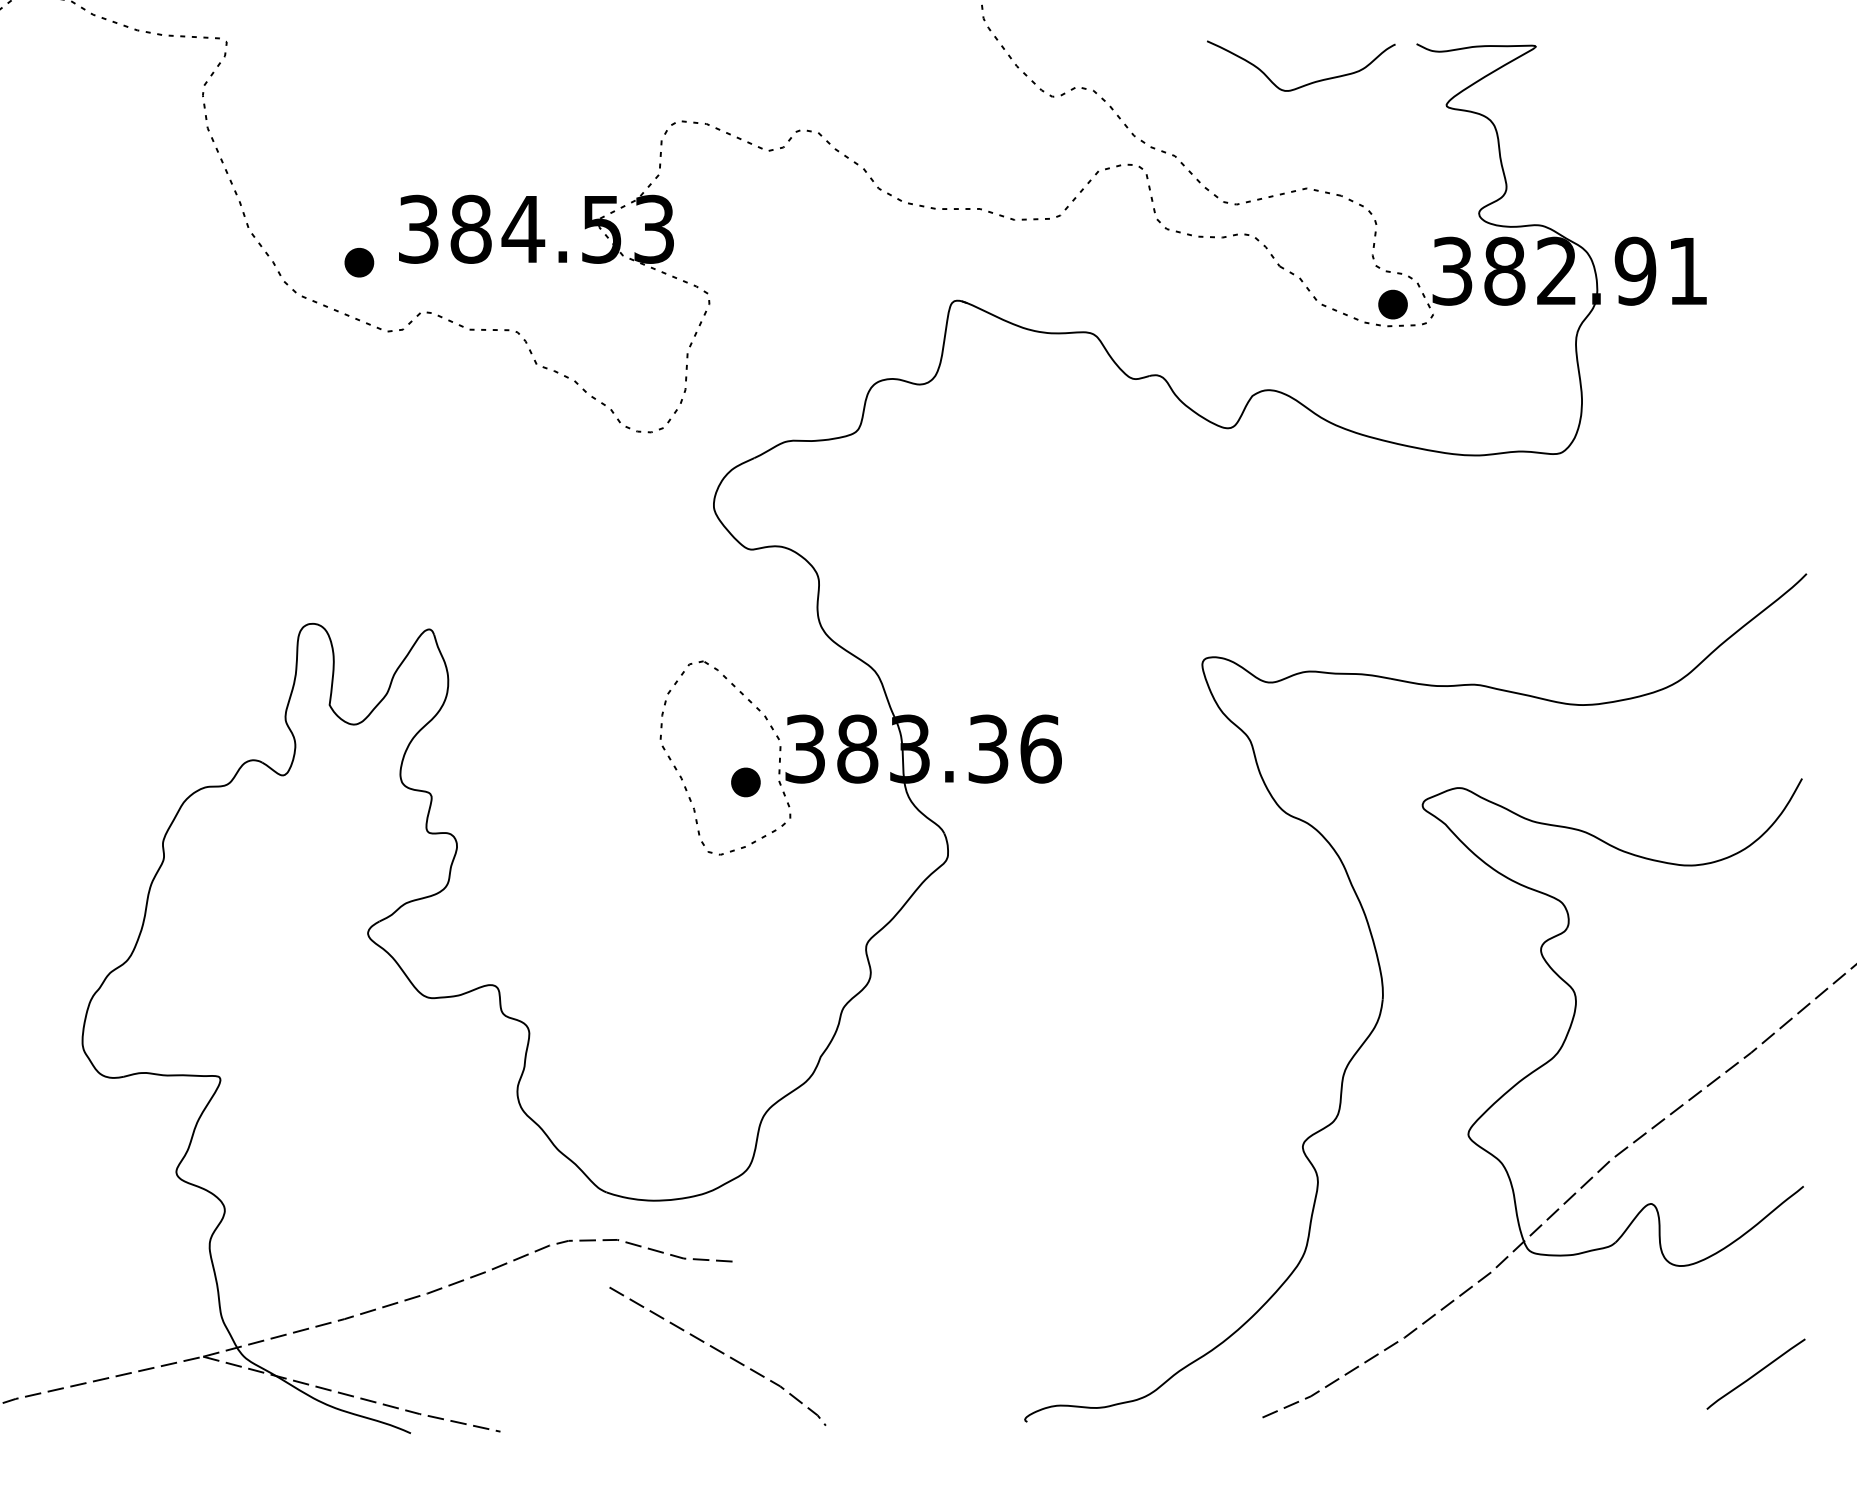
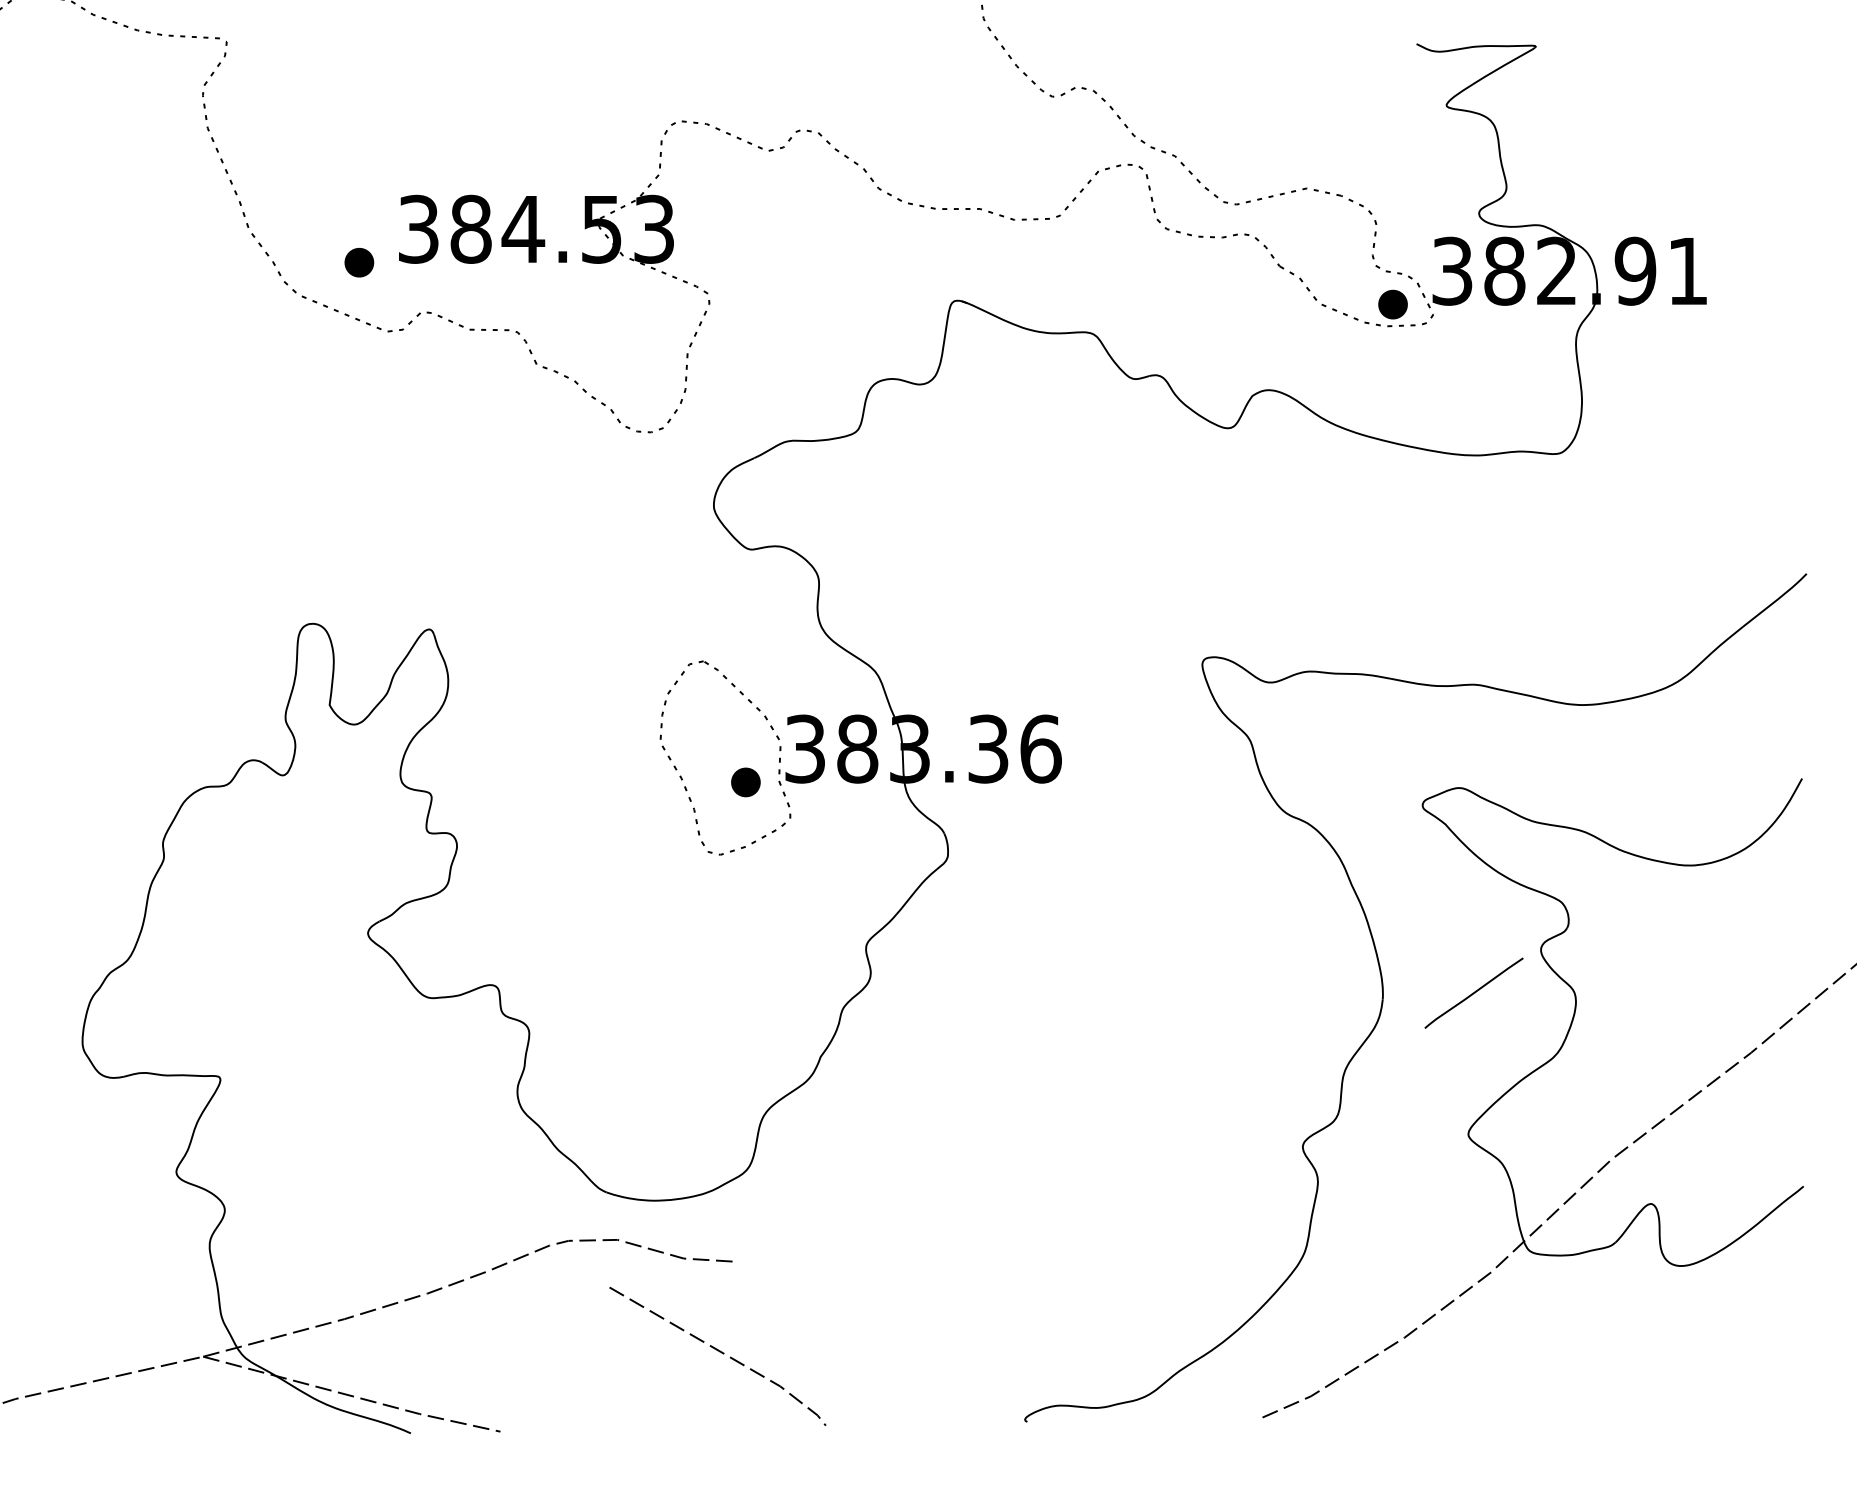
curve at (1307, 83): present -> none
line at (1755, 1373) position: (1755, 1373) -> (1473, 992)
